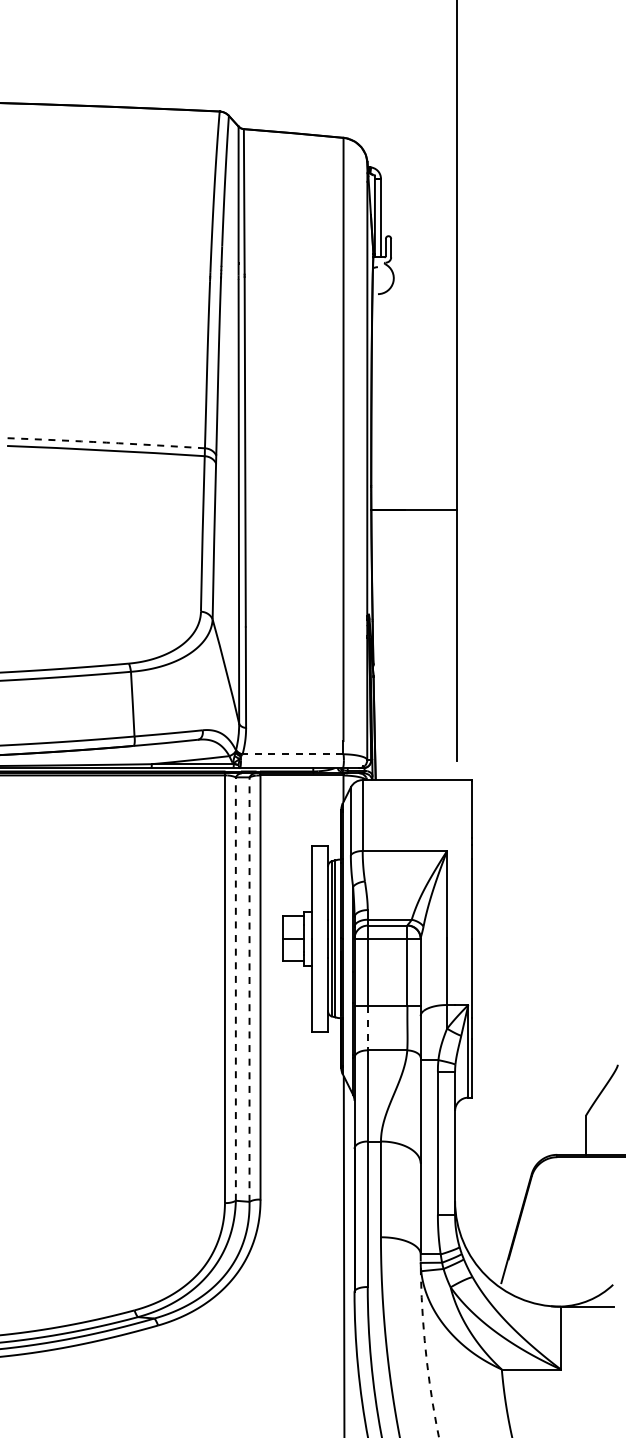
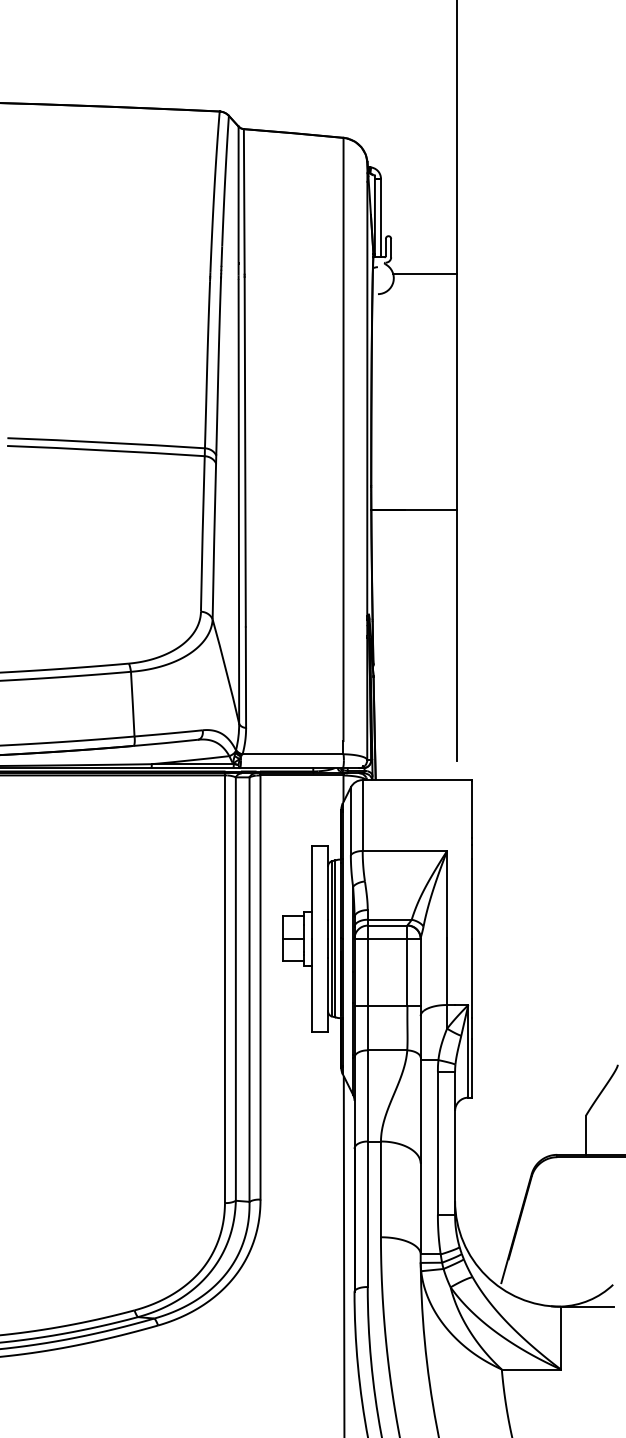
line at (425, 274): none -> present
arc at (106, 442): dashed -> solid
line at (292, 754): dashed -> solid
line at (235, 989): dashed -> solid
line at (249, 989): dashed -> solid
line at (367, 1028): dashed -> solid
arc at (425, 1346): dashed -> solid
